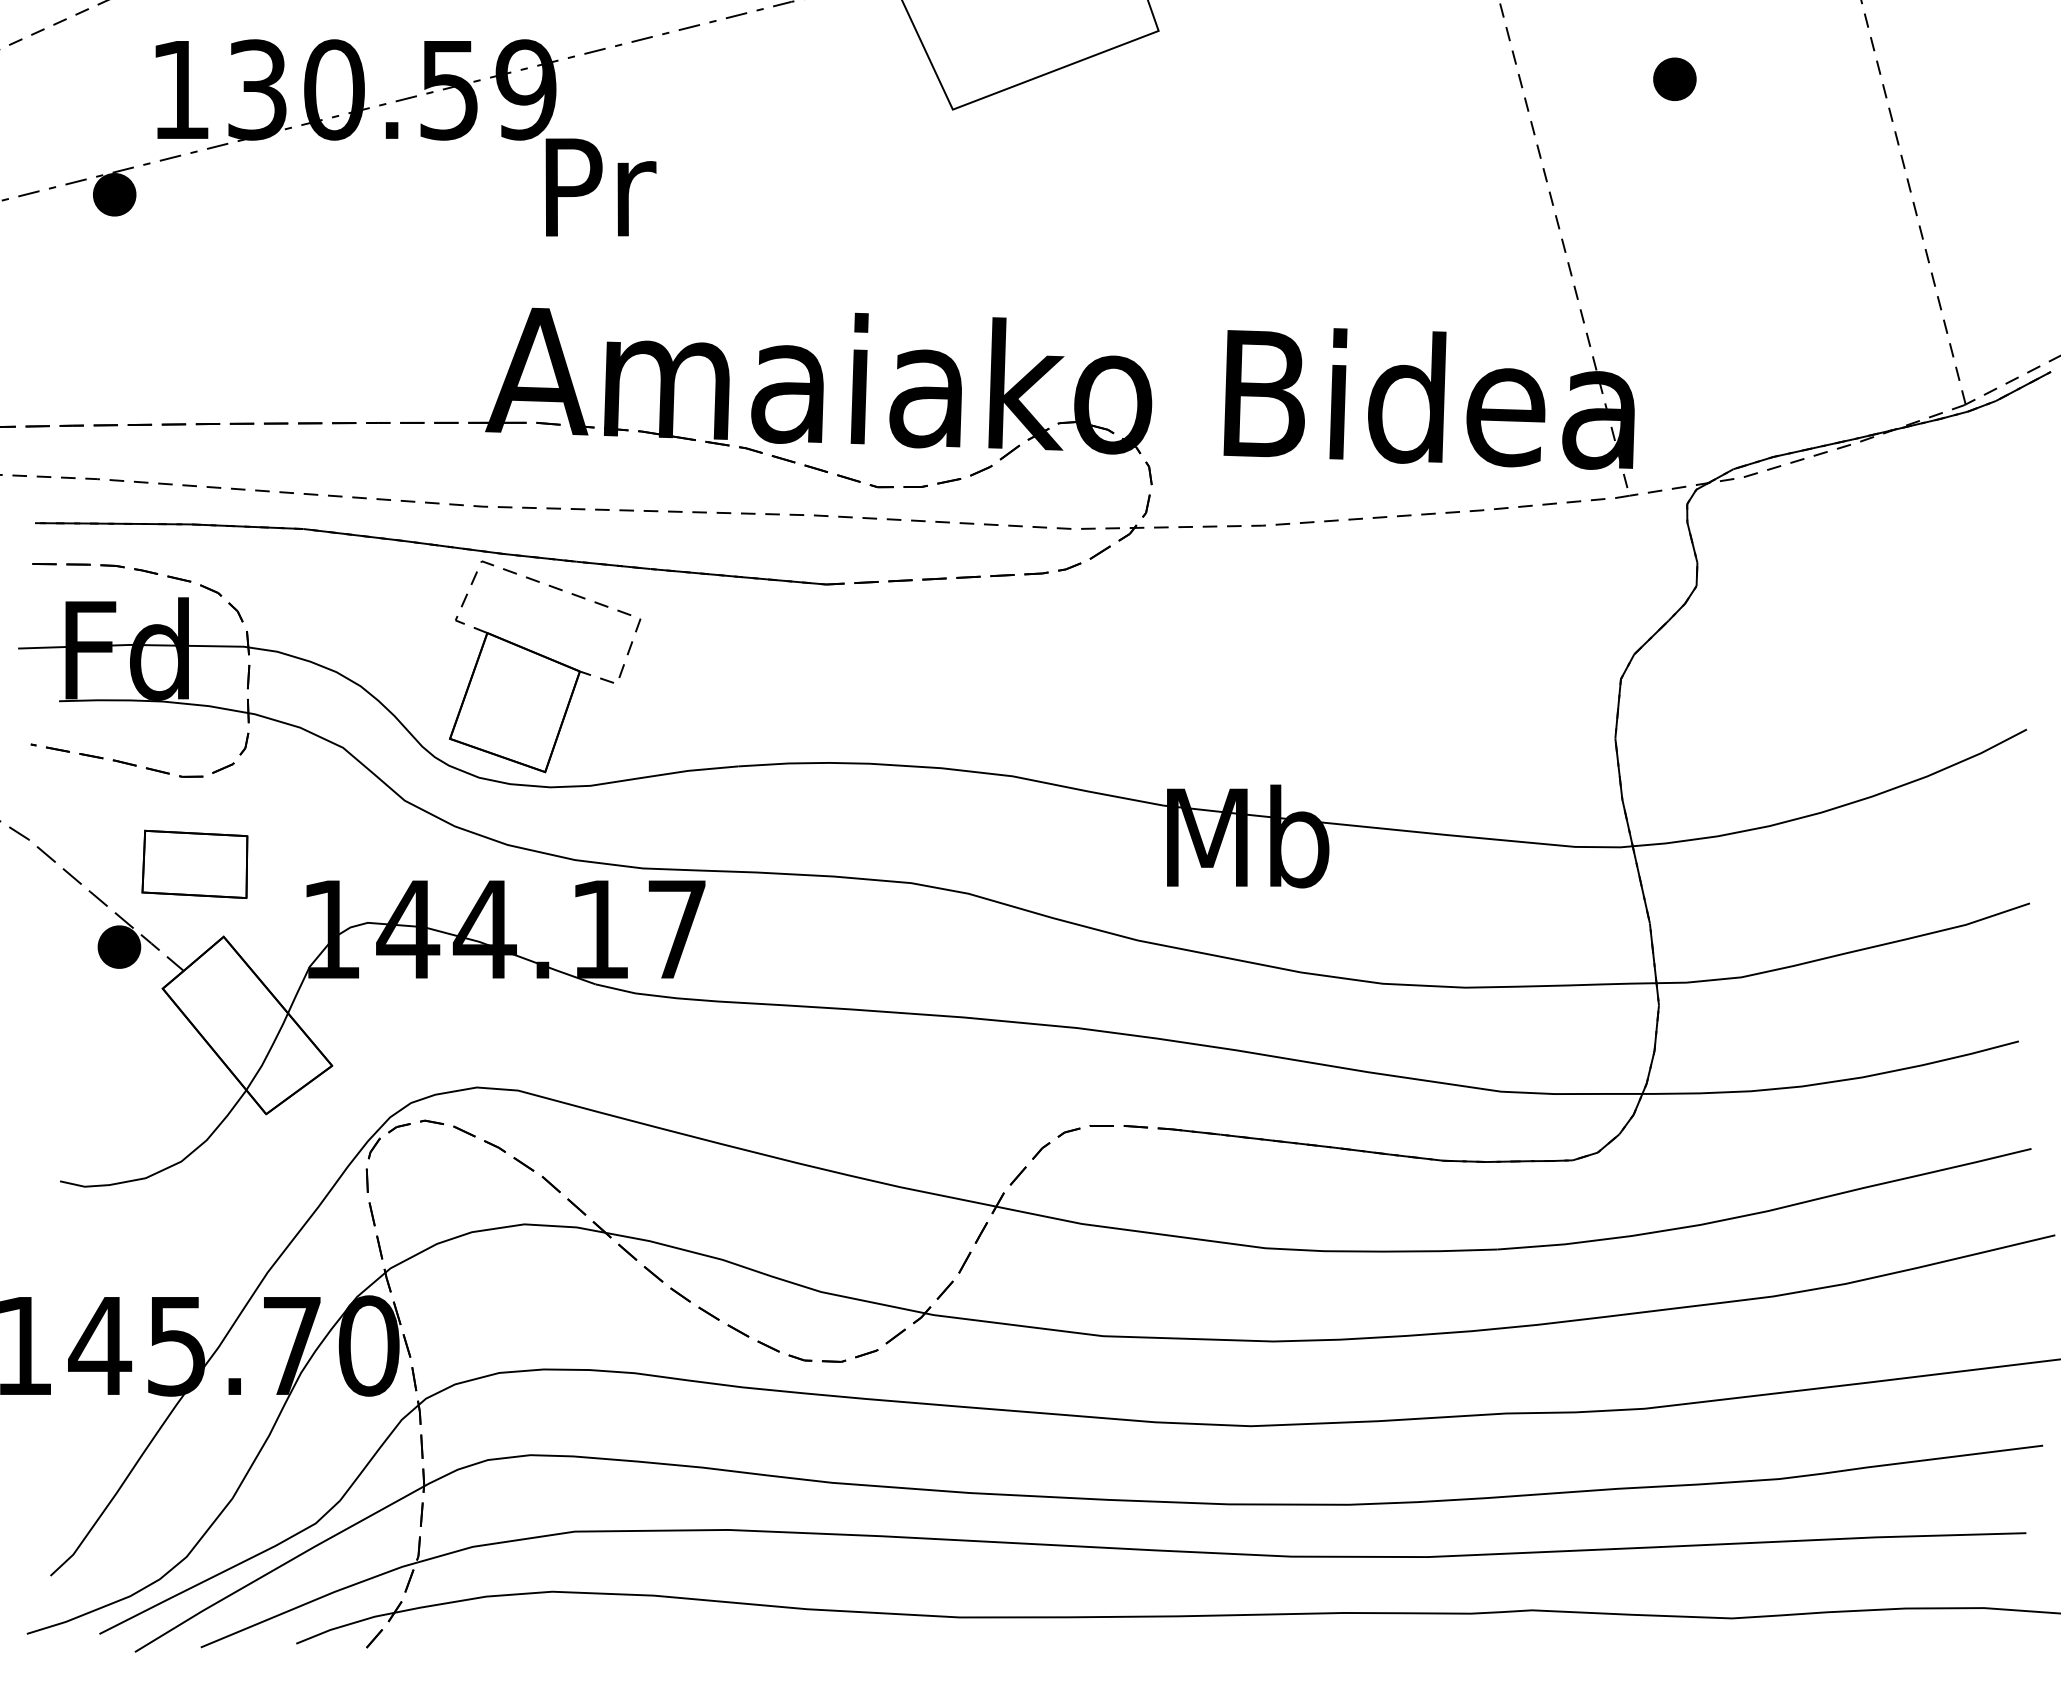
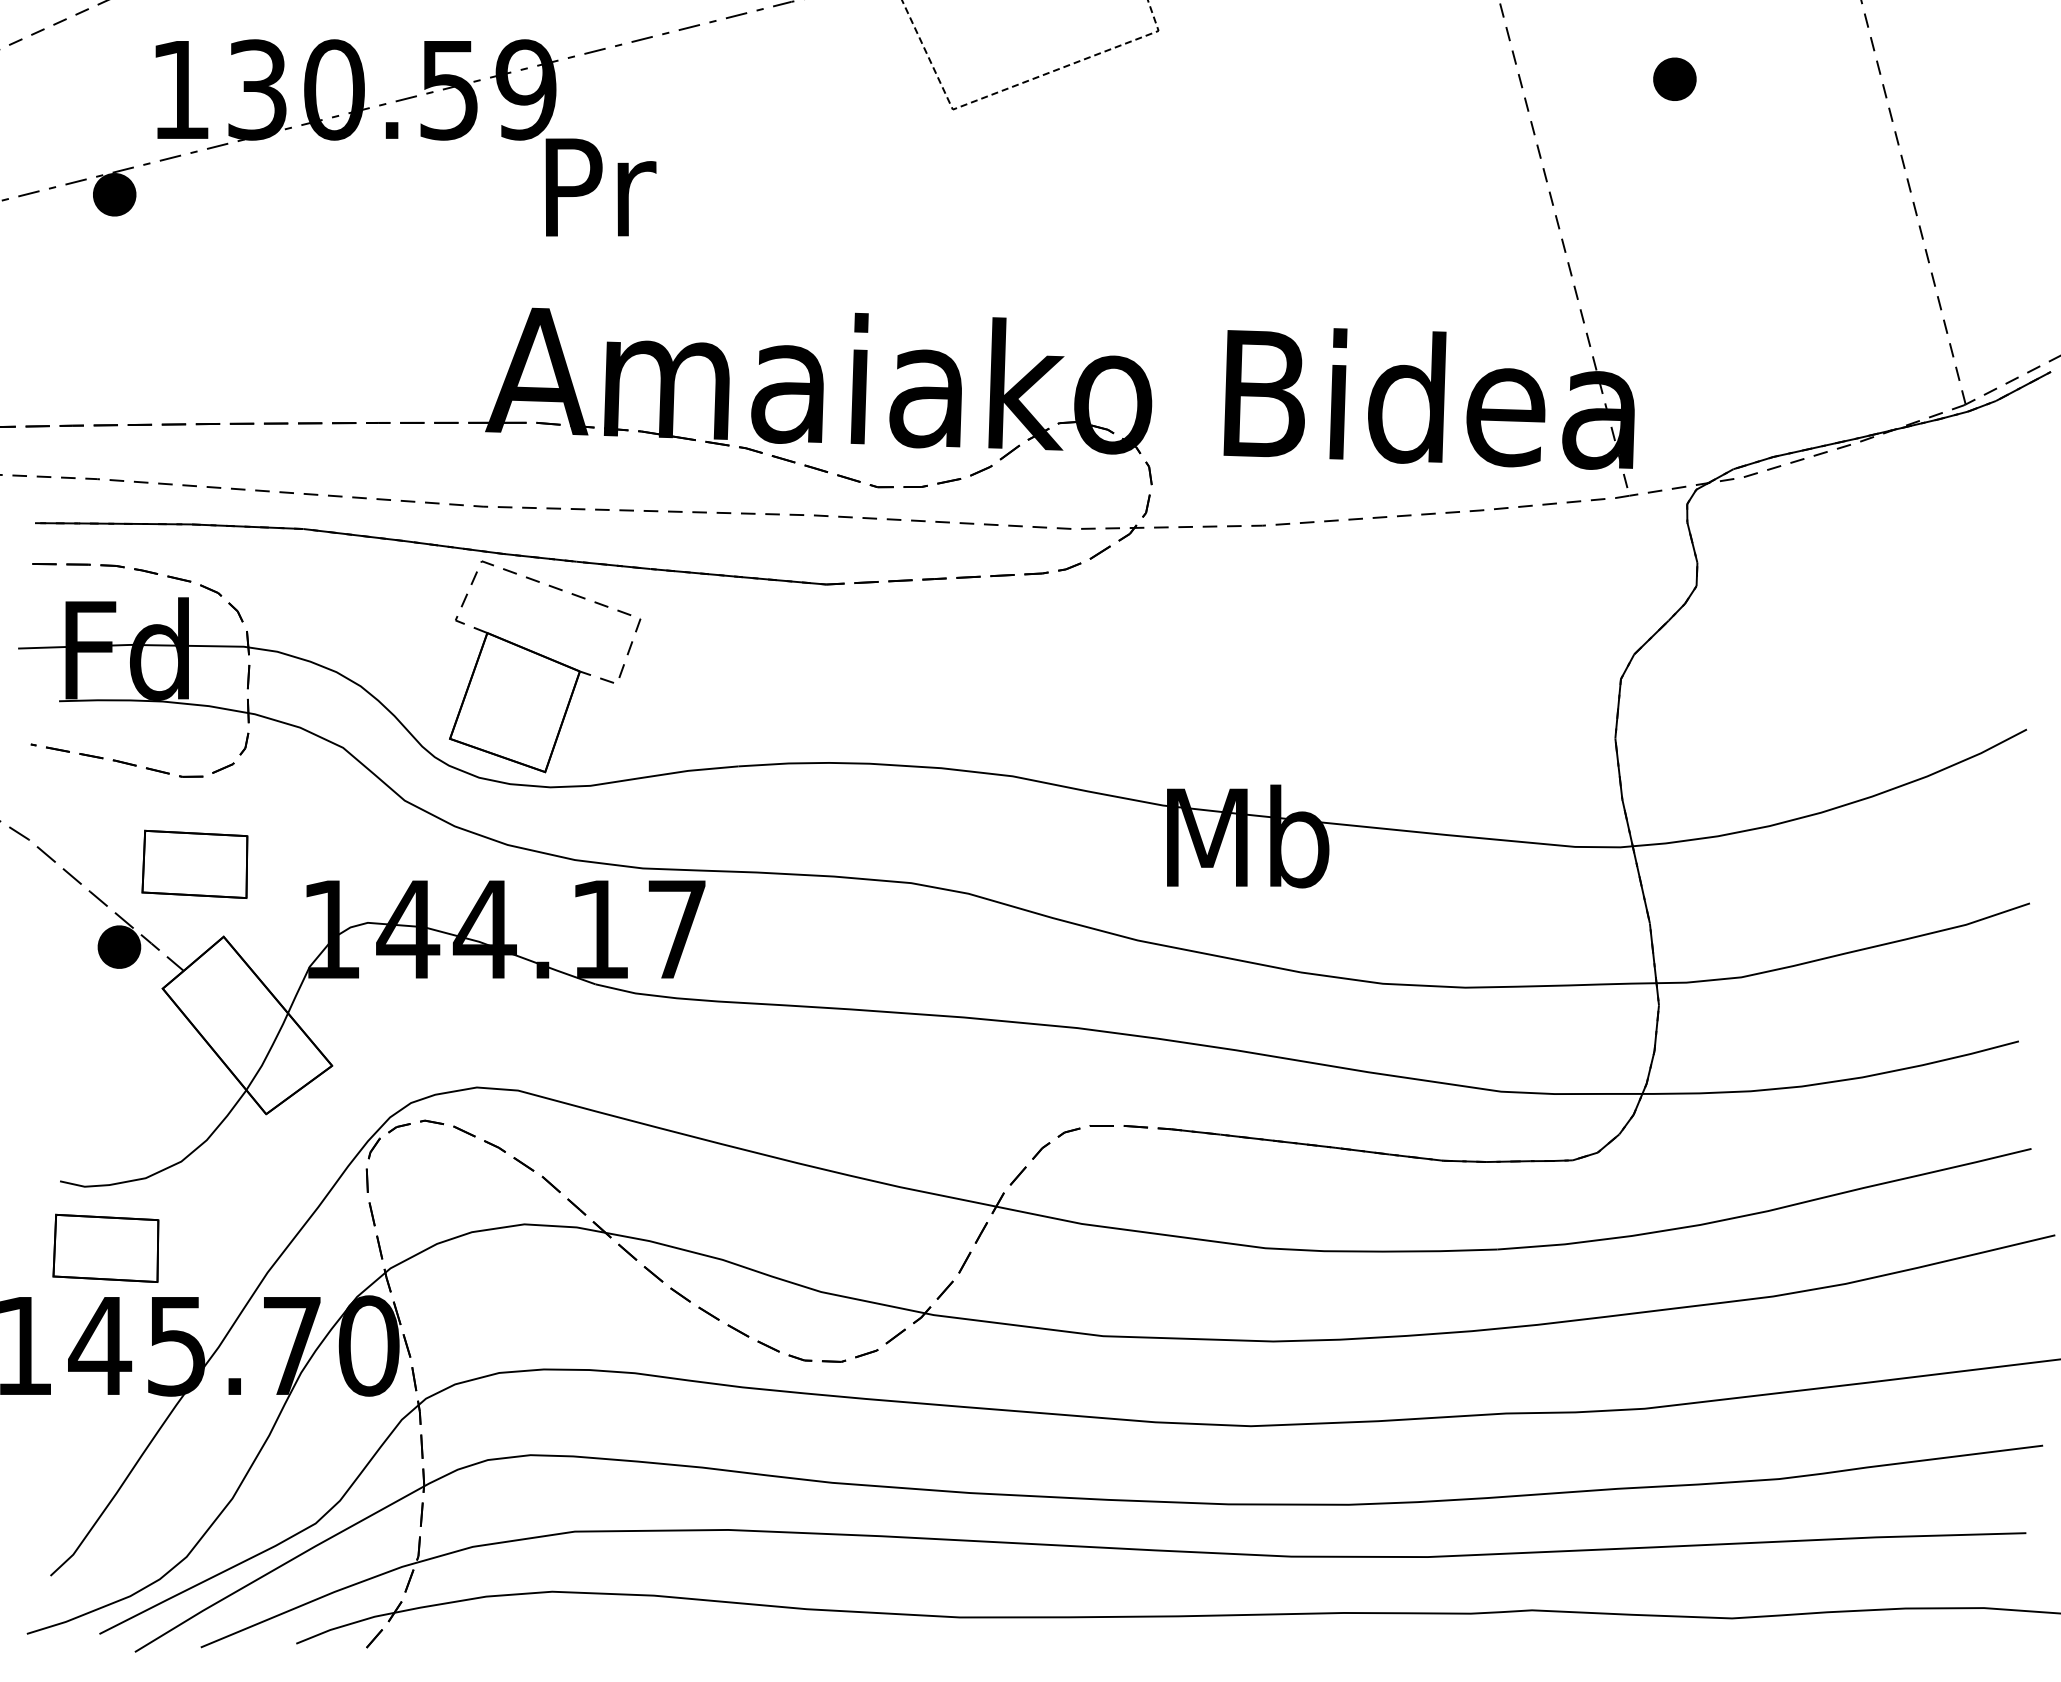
line at (1014, 86): solid -> dashed
part at (105, 1247): none -> present
